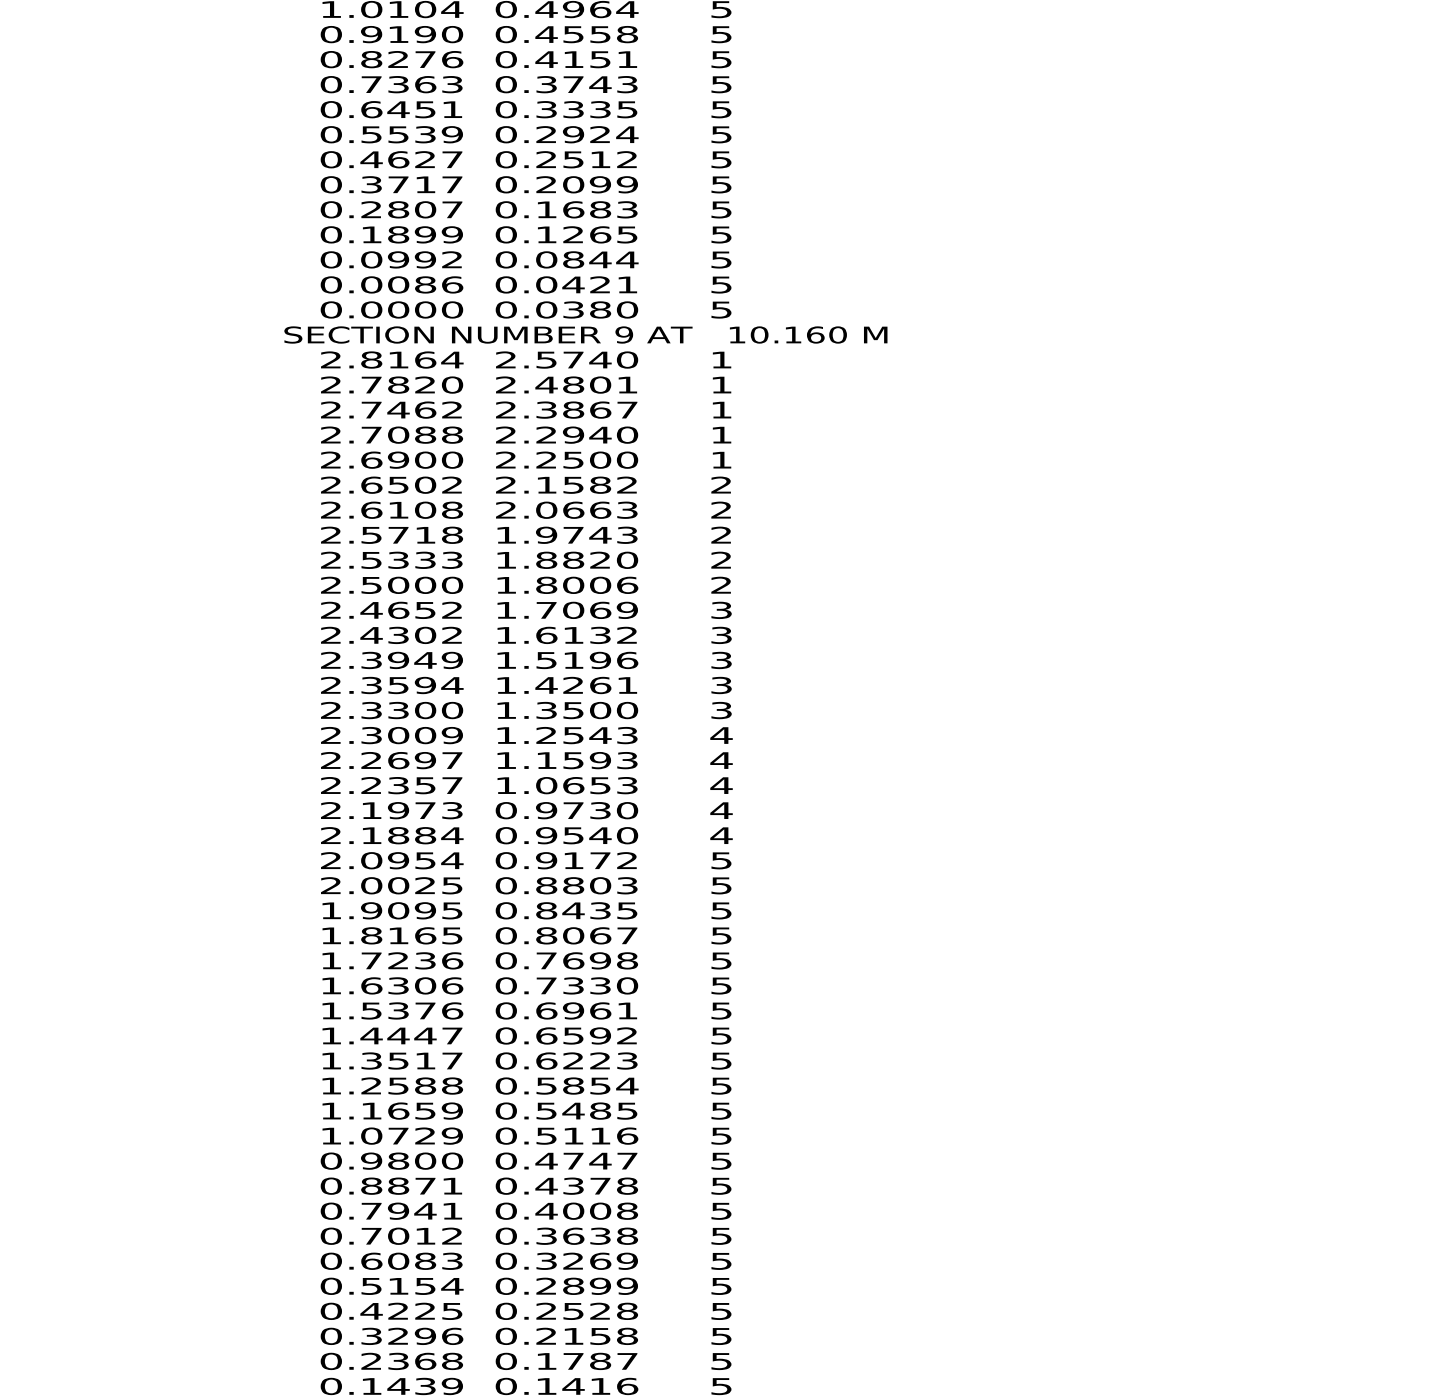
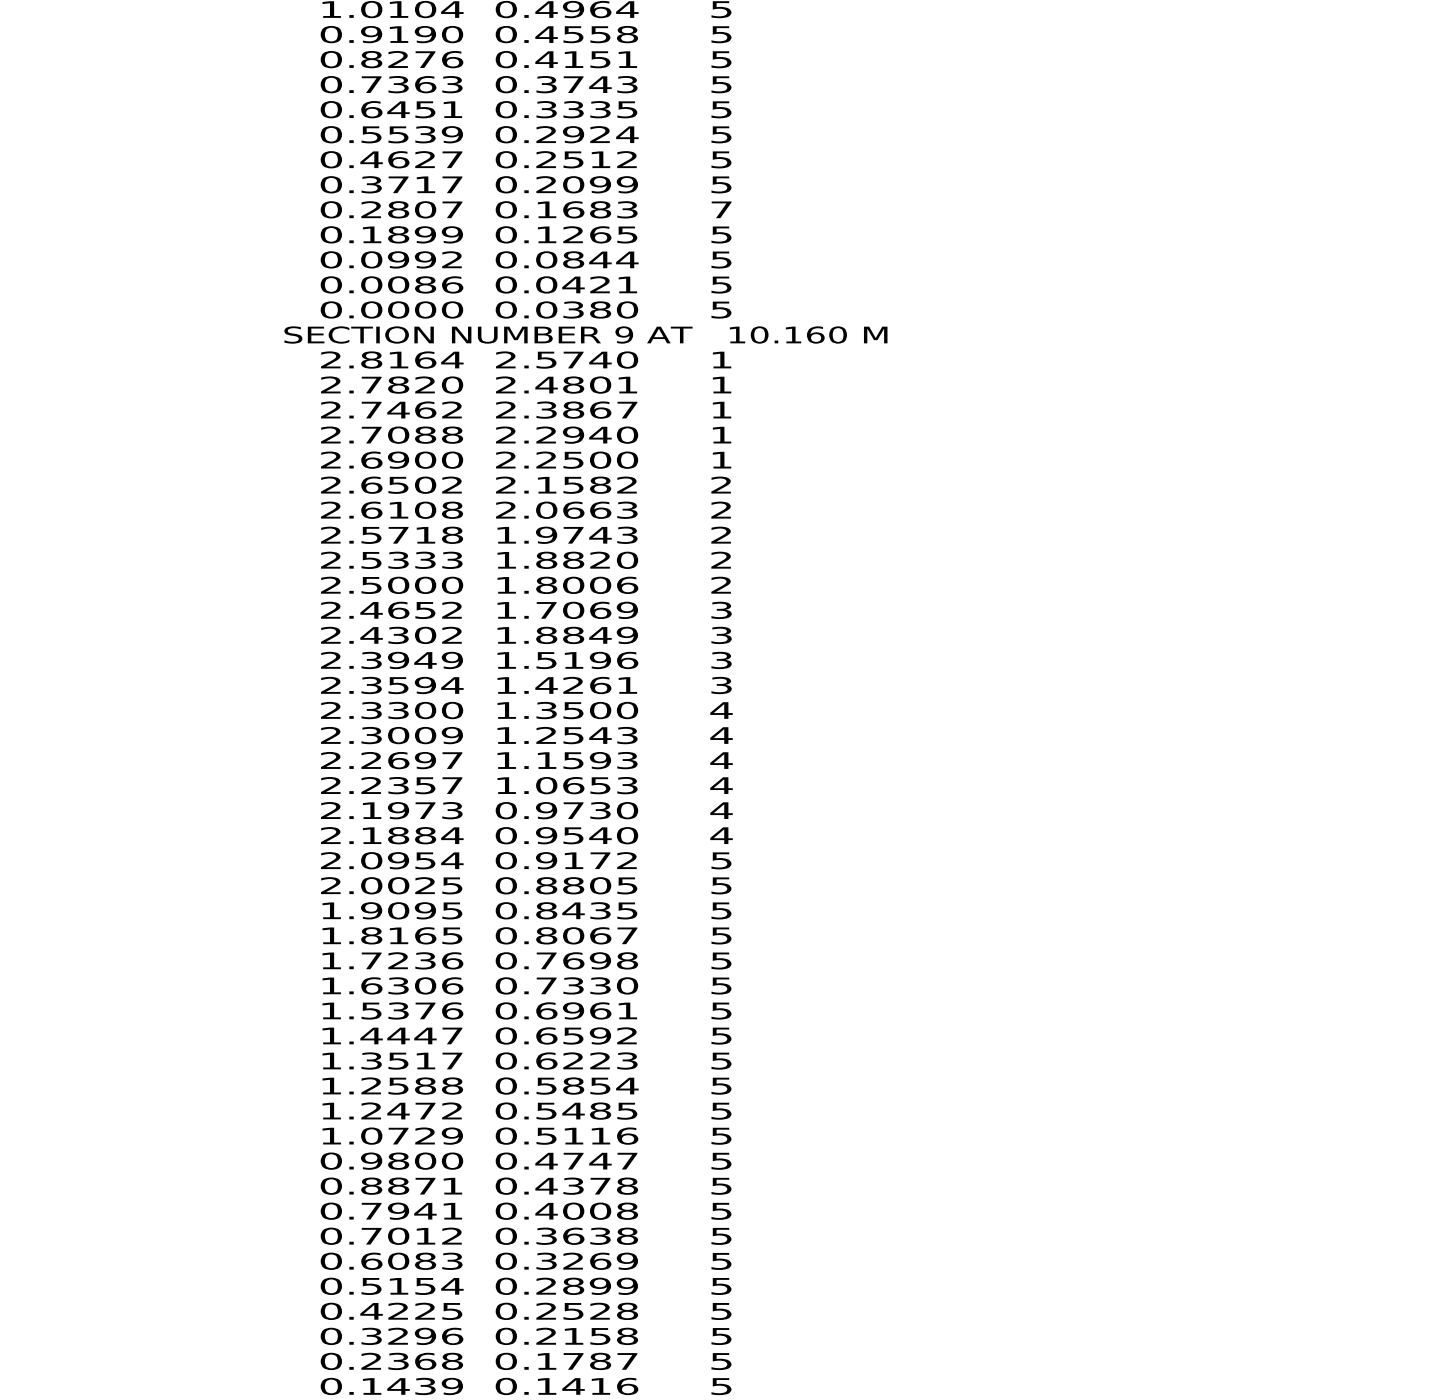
text at (721, 209): 5 -> 7
text at (586, 634): 1.6132 -> 1.8849
text at (721, 710): 3 -> 4
text at (627, 885): 0.8803 -> 0.8805
text at (411, 1110): 1.1659 -> 1.2472
